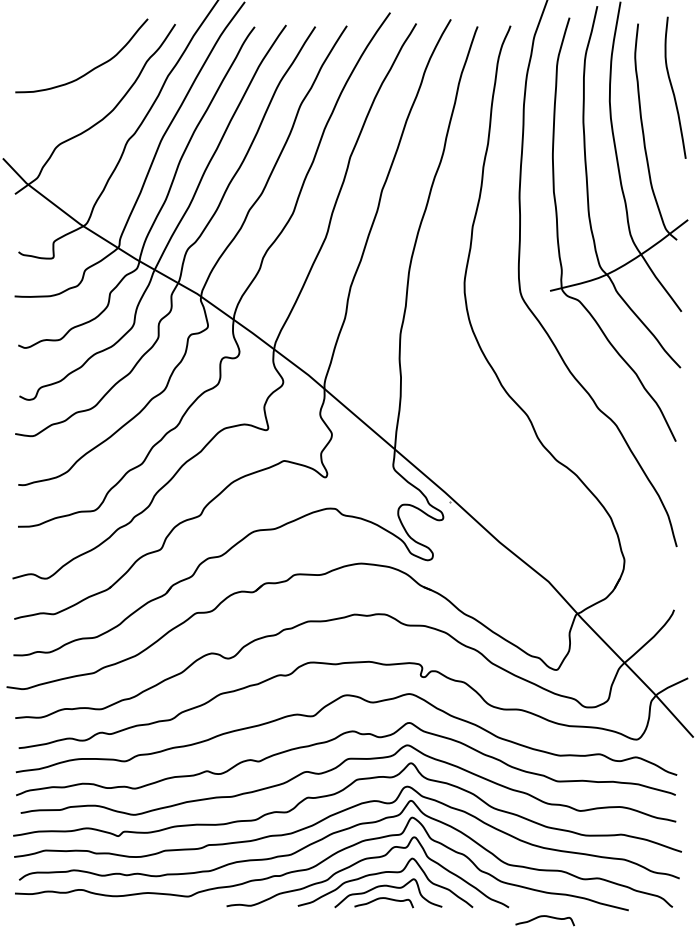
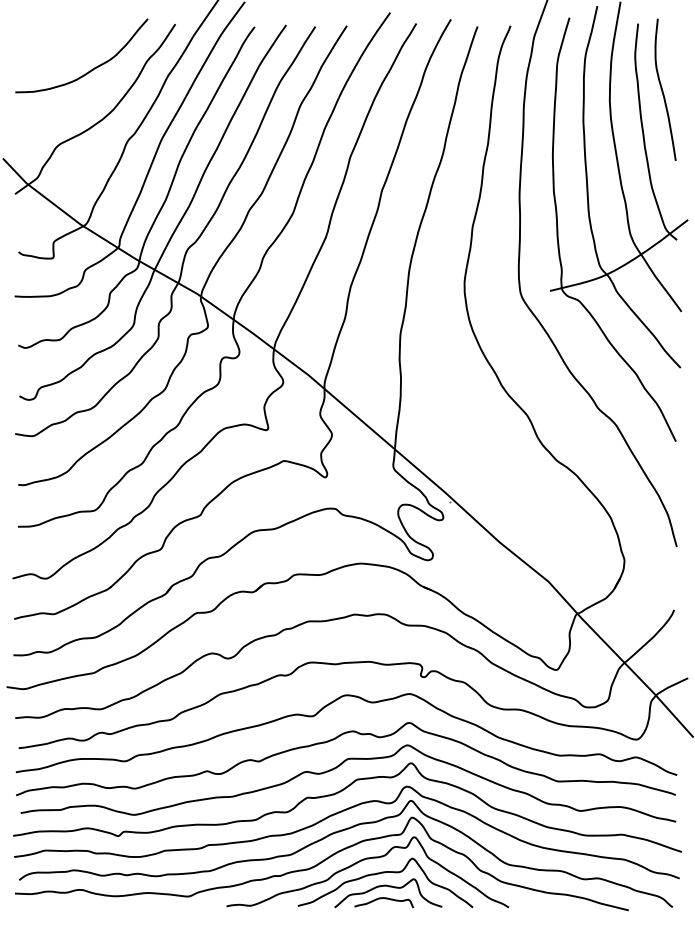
curve at (673, 88) position: (673, 88) -> (663, 90)
curve at (542, 917): present -> none
